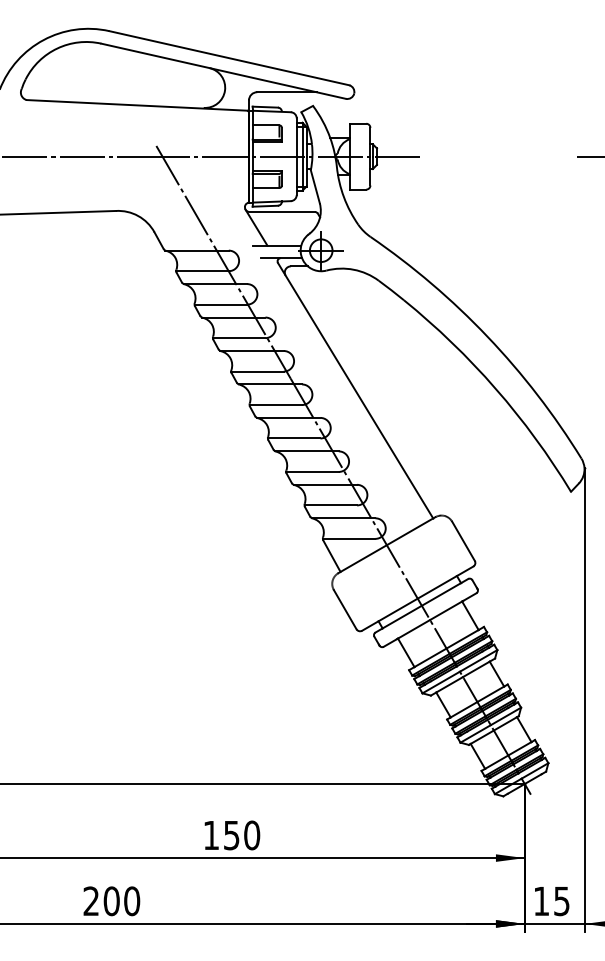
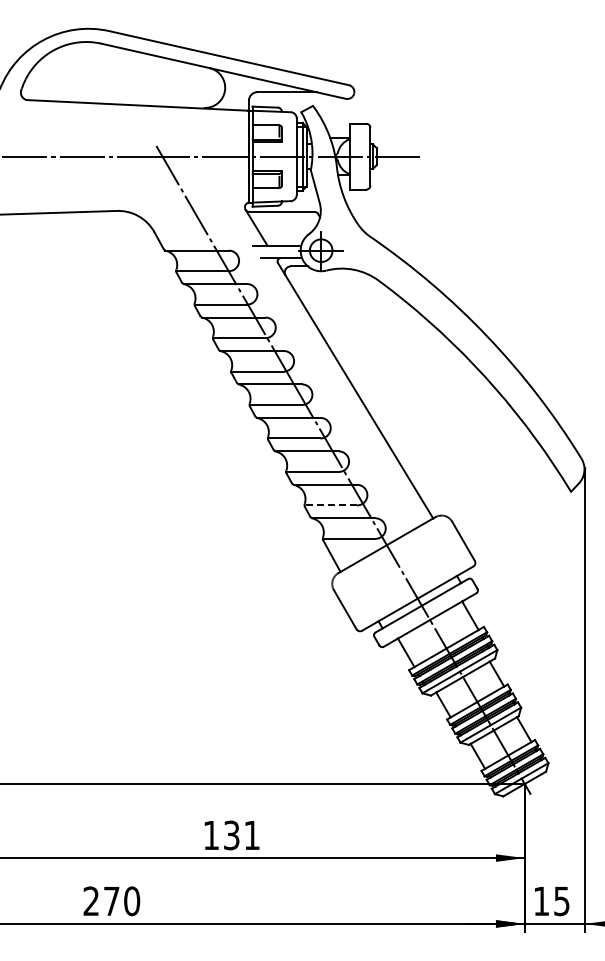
line at (589, 156): present -> none
line at (330, 505): solid -> dashed
text at (242, 835): 150 -> 131
text at (111, 901): 200 -> 270
